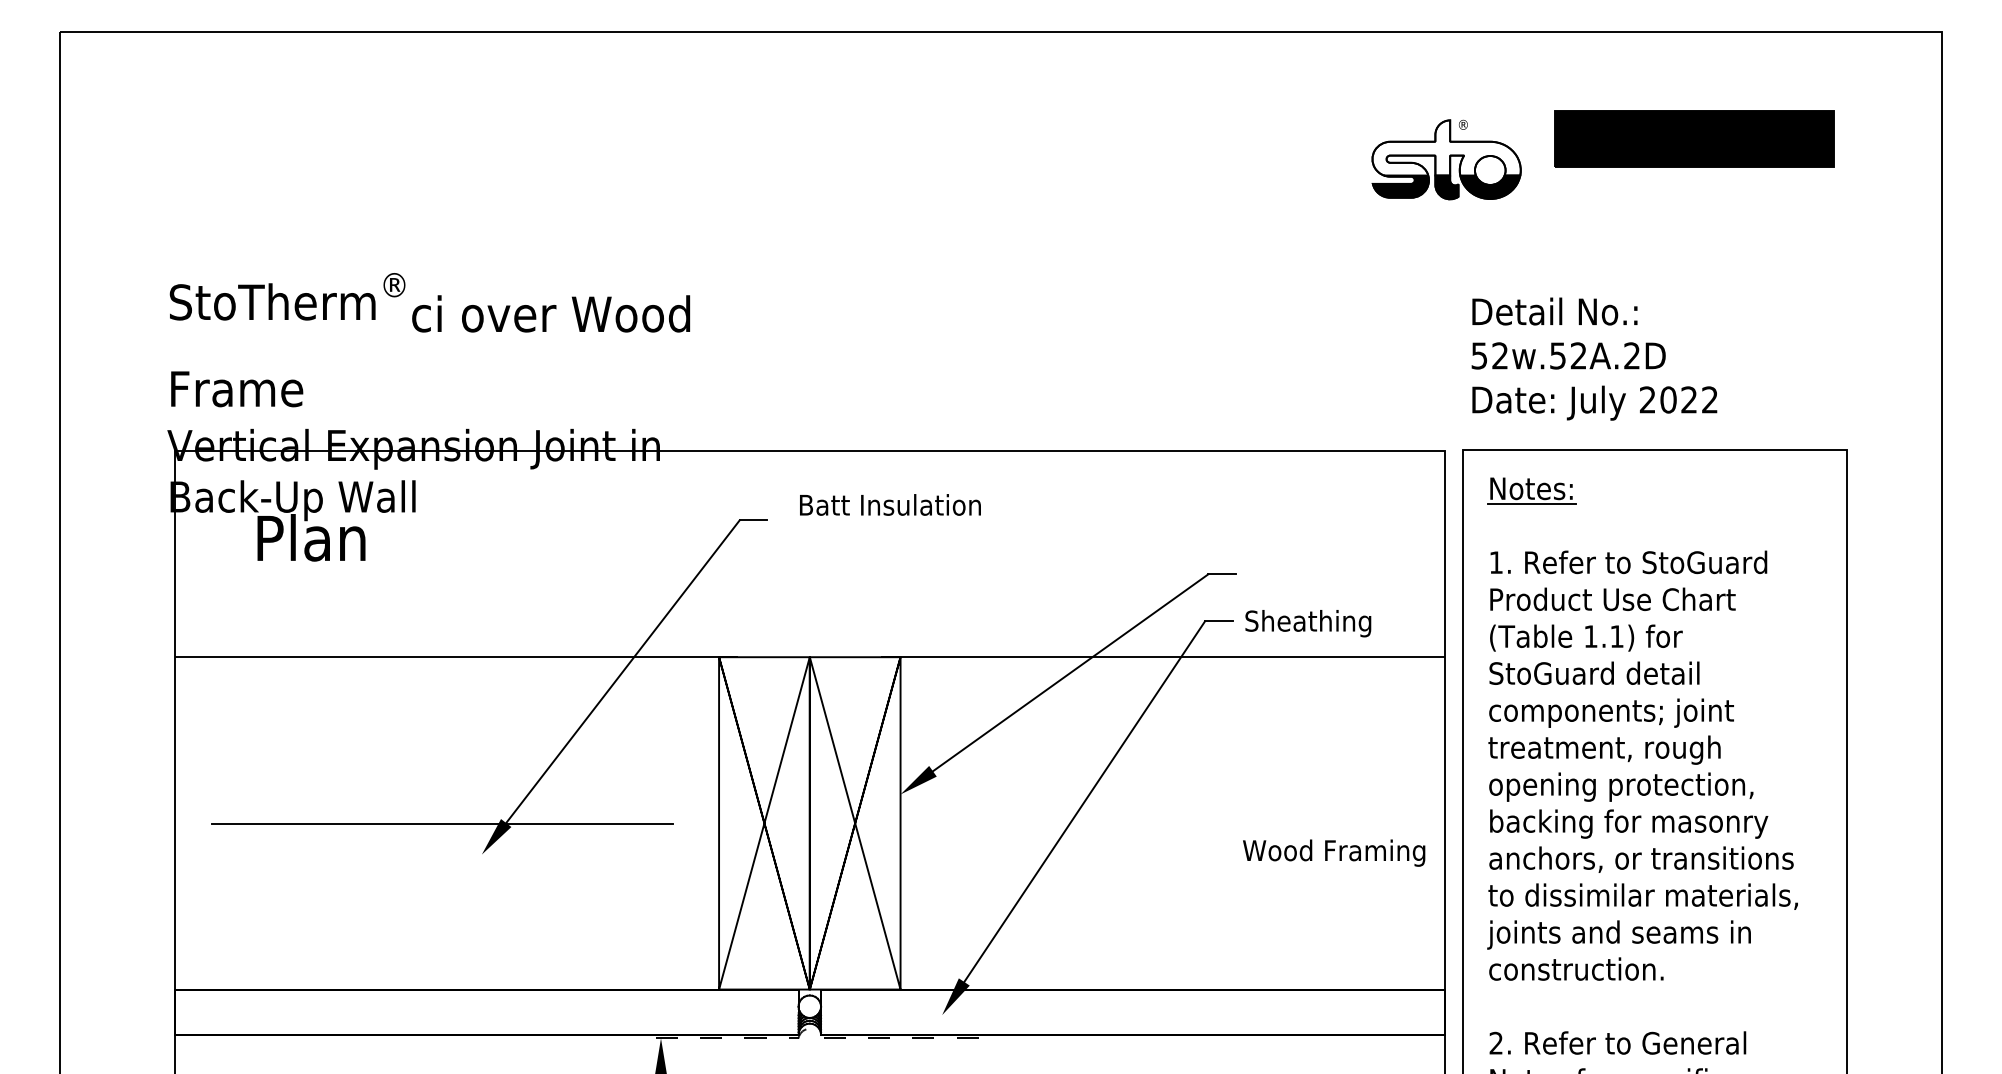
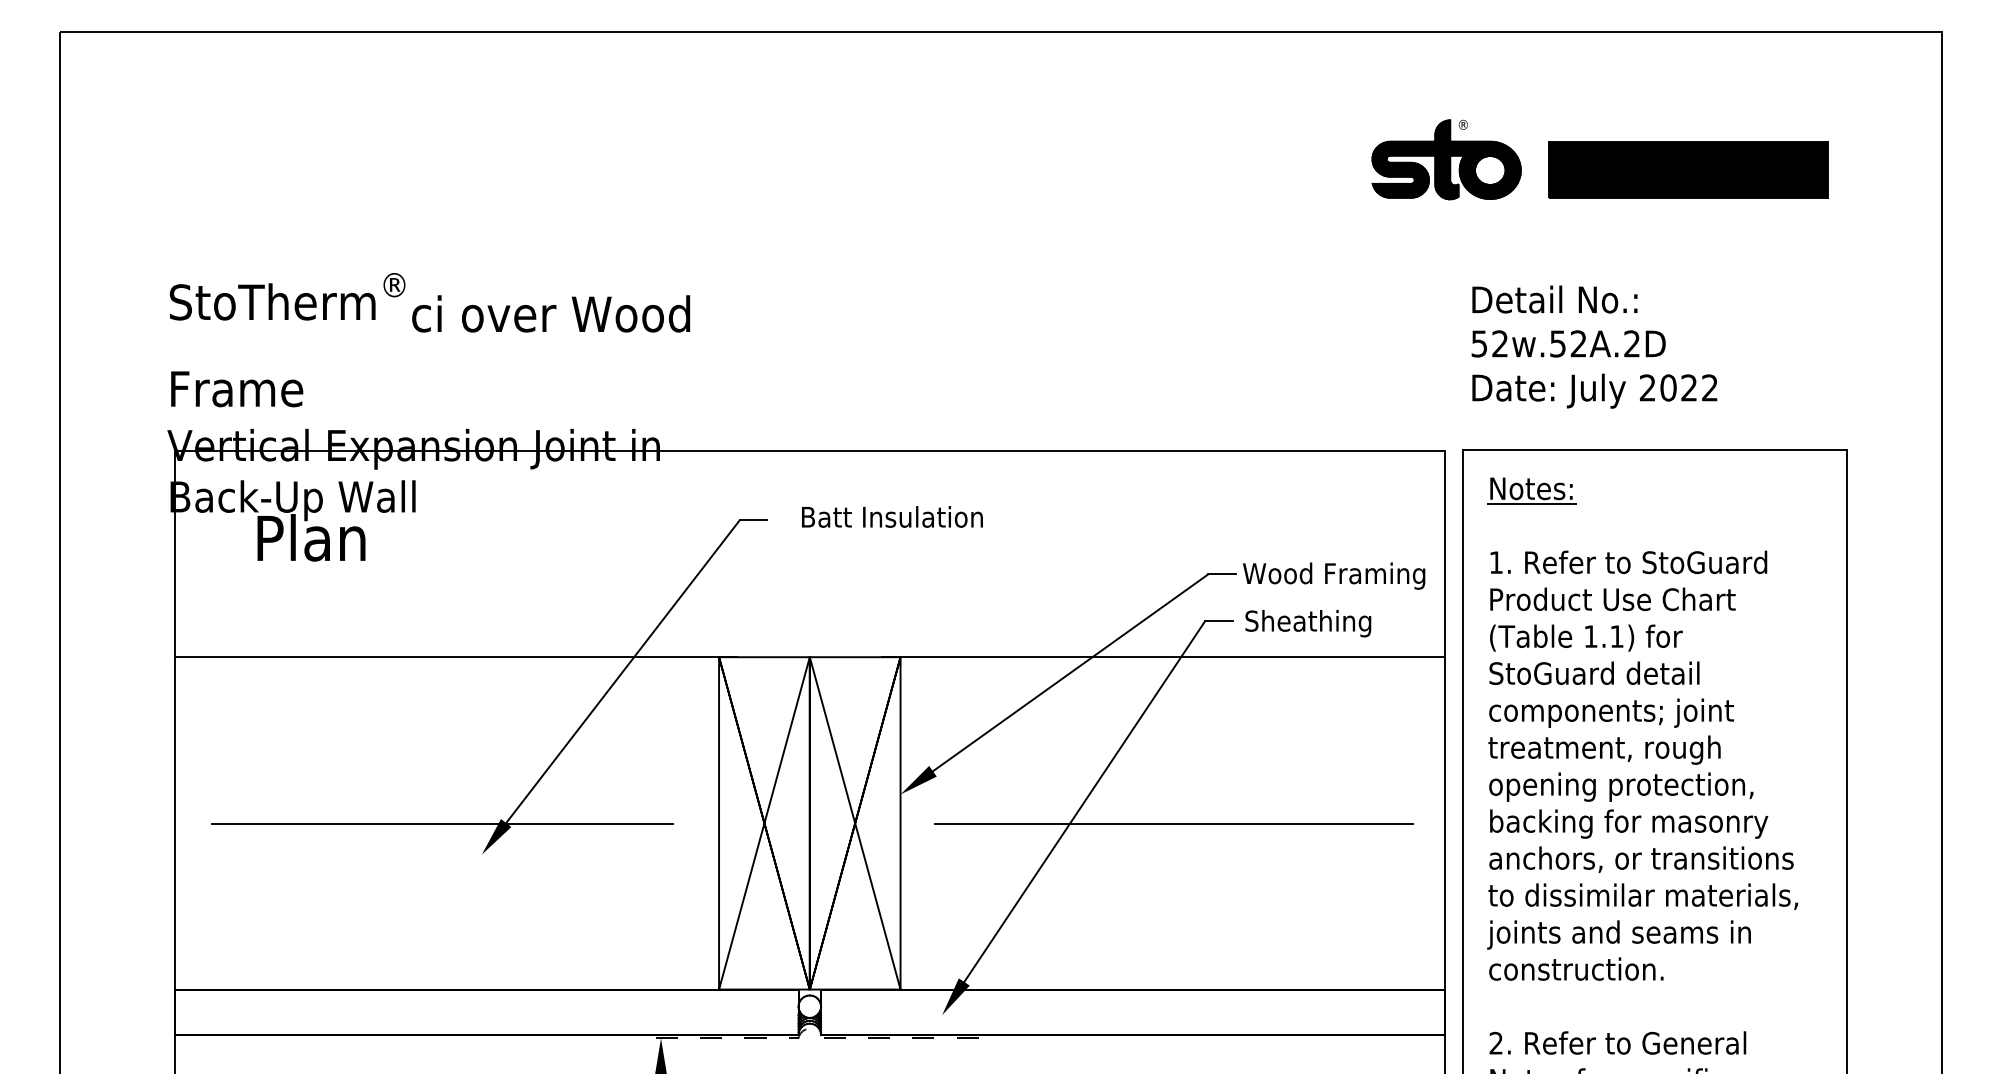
part at (1694, 138) position: (1694, 138) -> (1688, 169)
fill at (1446, 147): none -> present
text at (1594, 358) position: (1594, 358) -> (1594, 346)
text at (890, 504) position: (890, 504) -> (892, 516)
line at (1174, 823): none -> present
text at (1334, 852) position: (1334, 852) -> (1334, 575)
